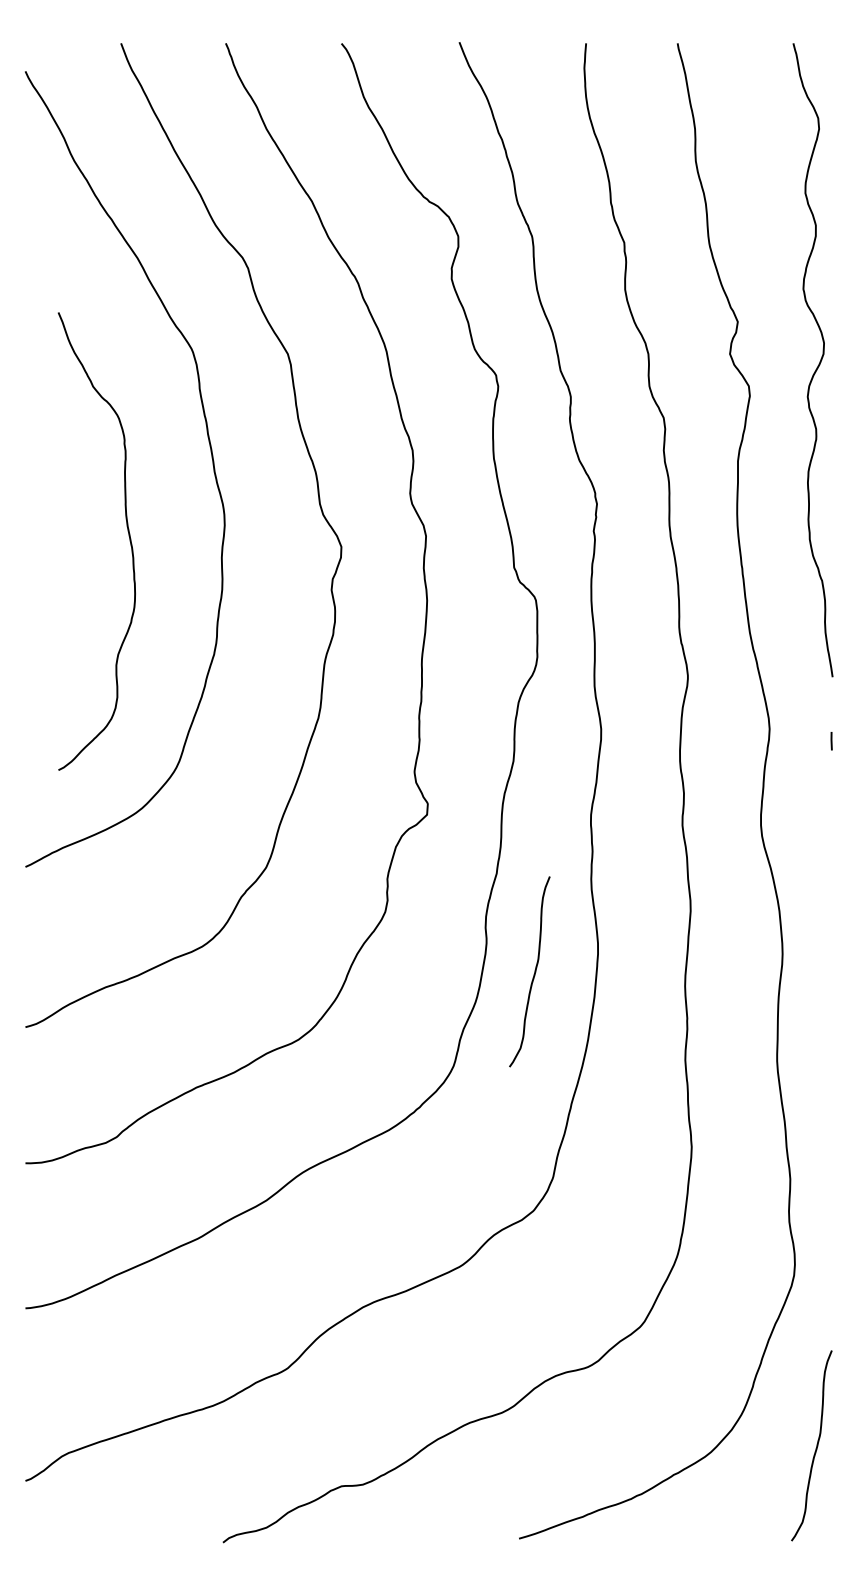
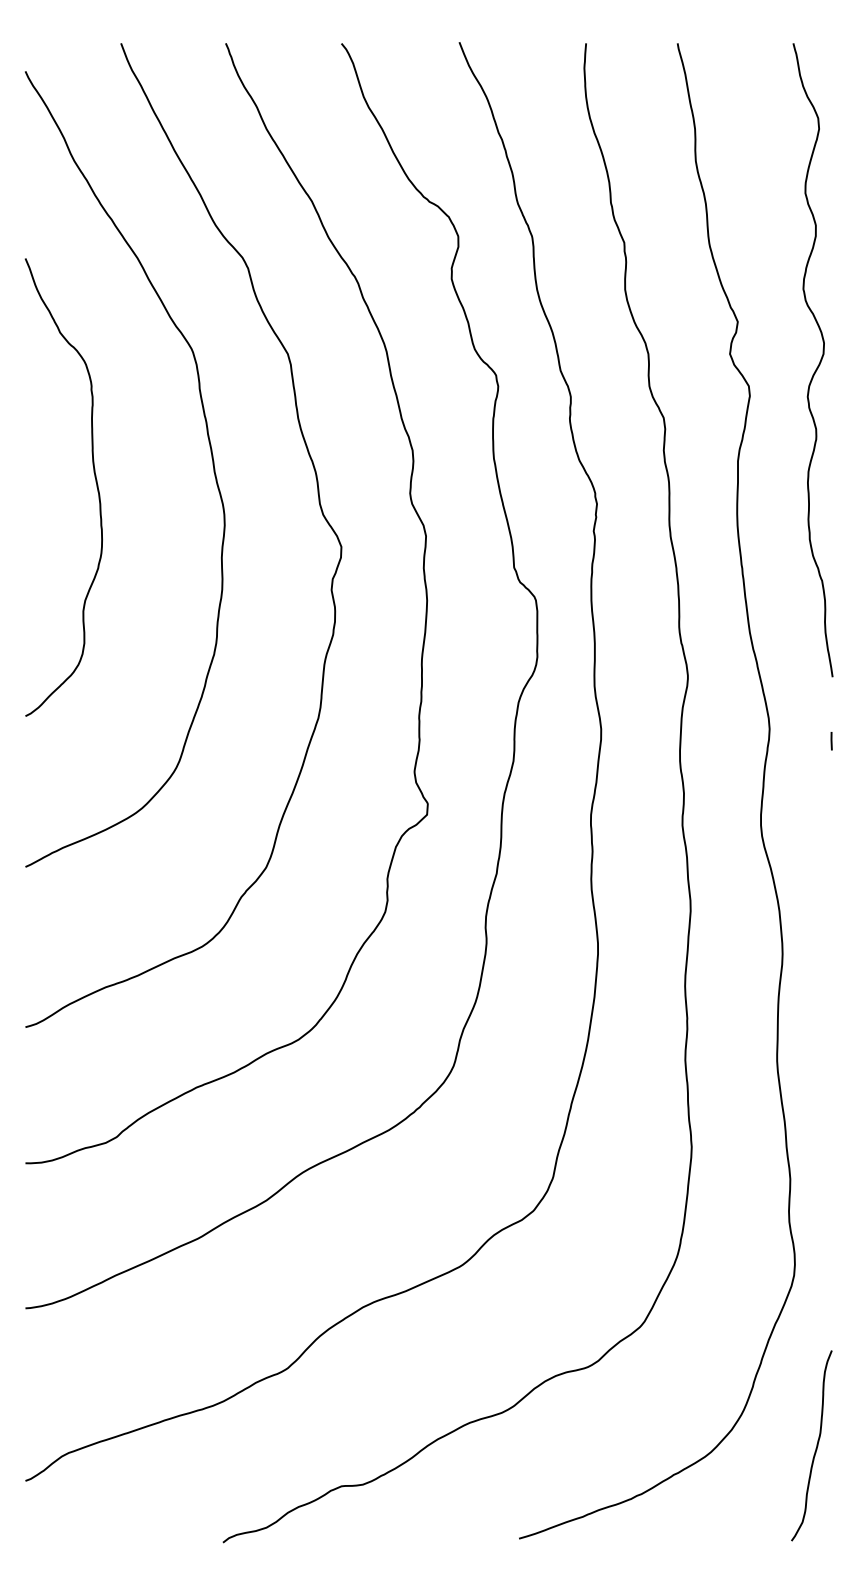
curve at (128, 536) position: (128, 536) -> (95, 482)
curve at (534, 971): present -> none
